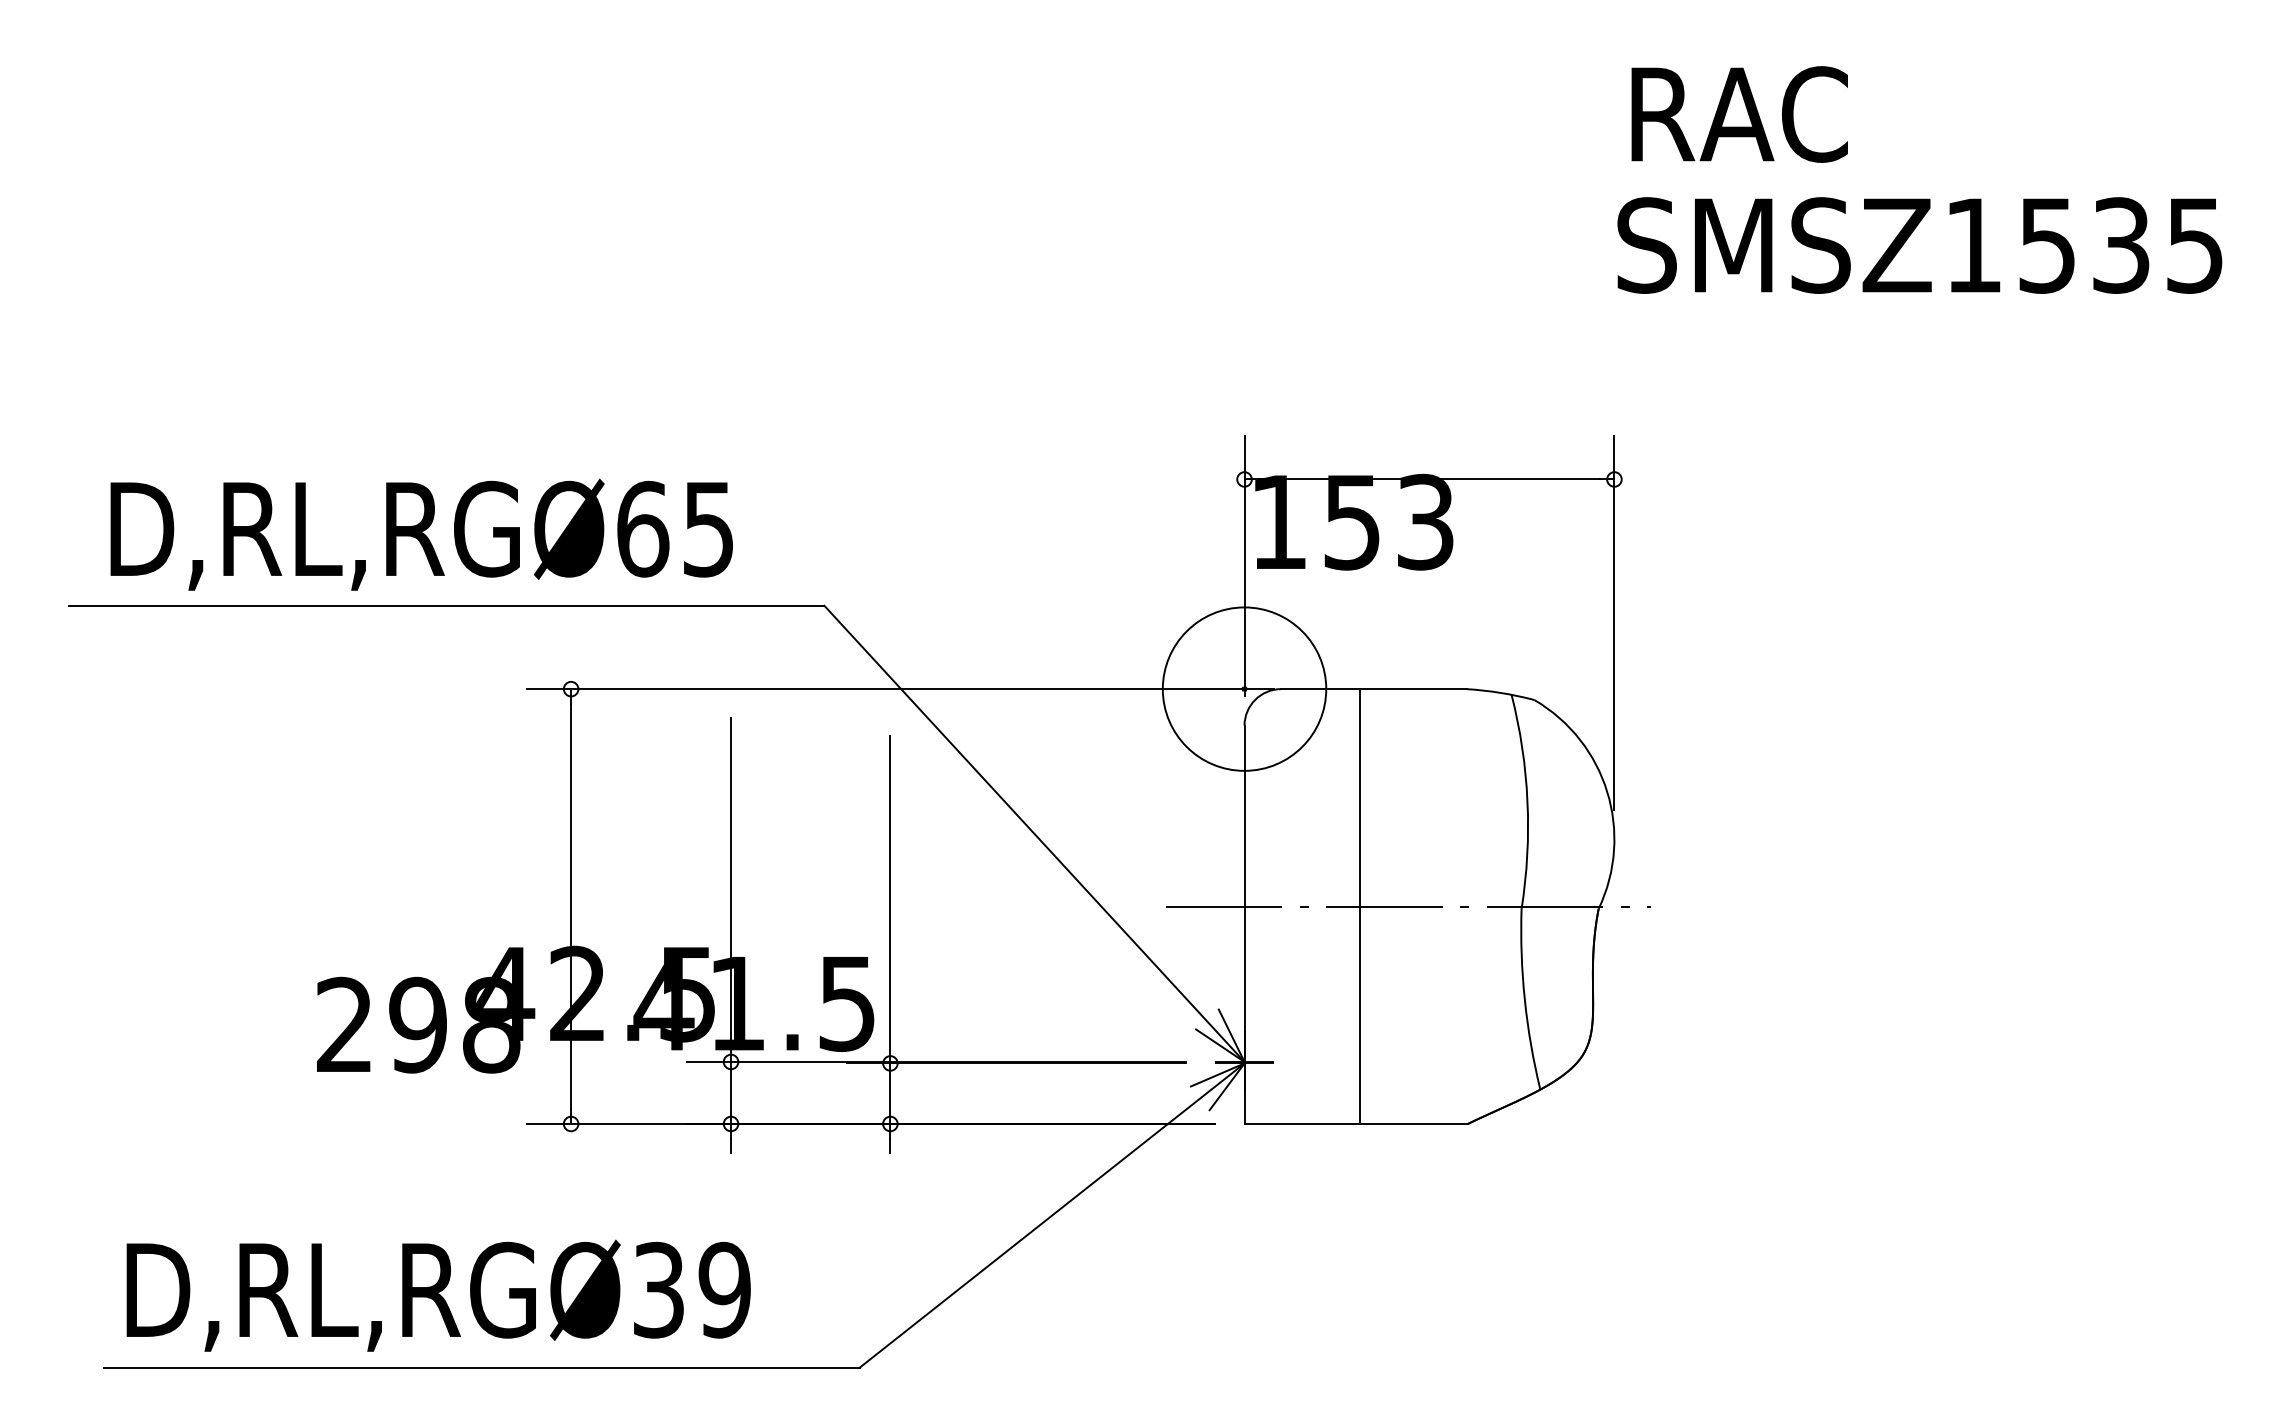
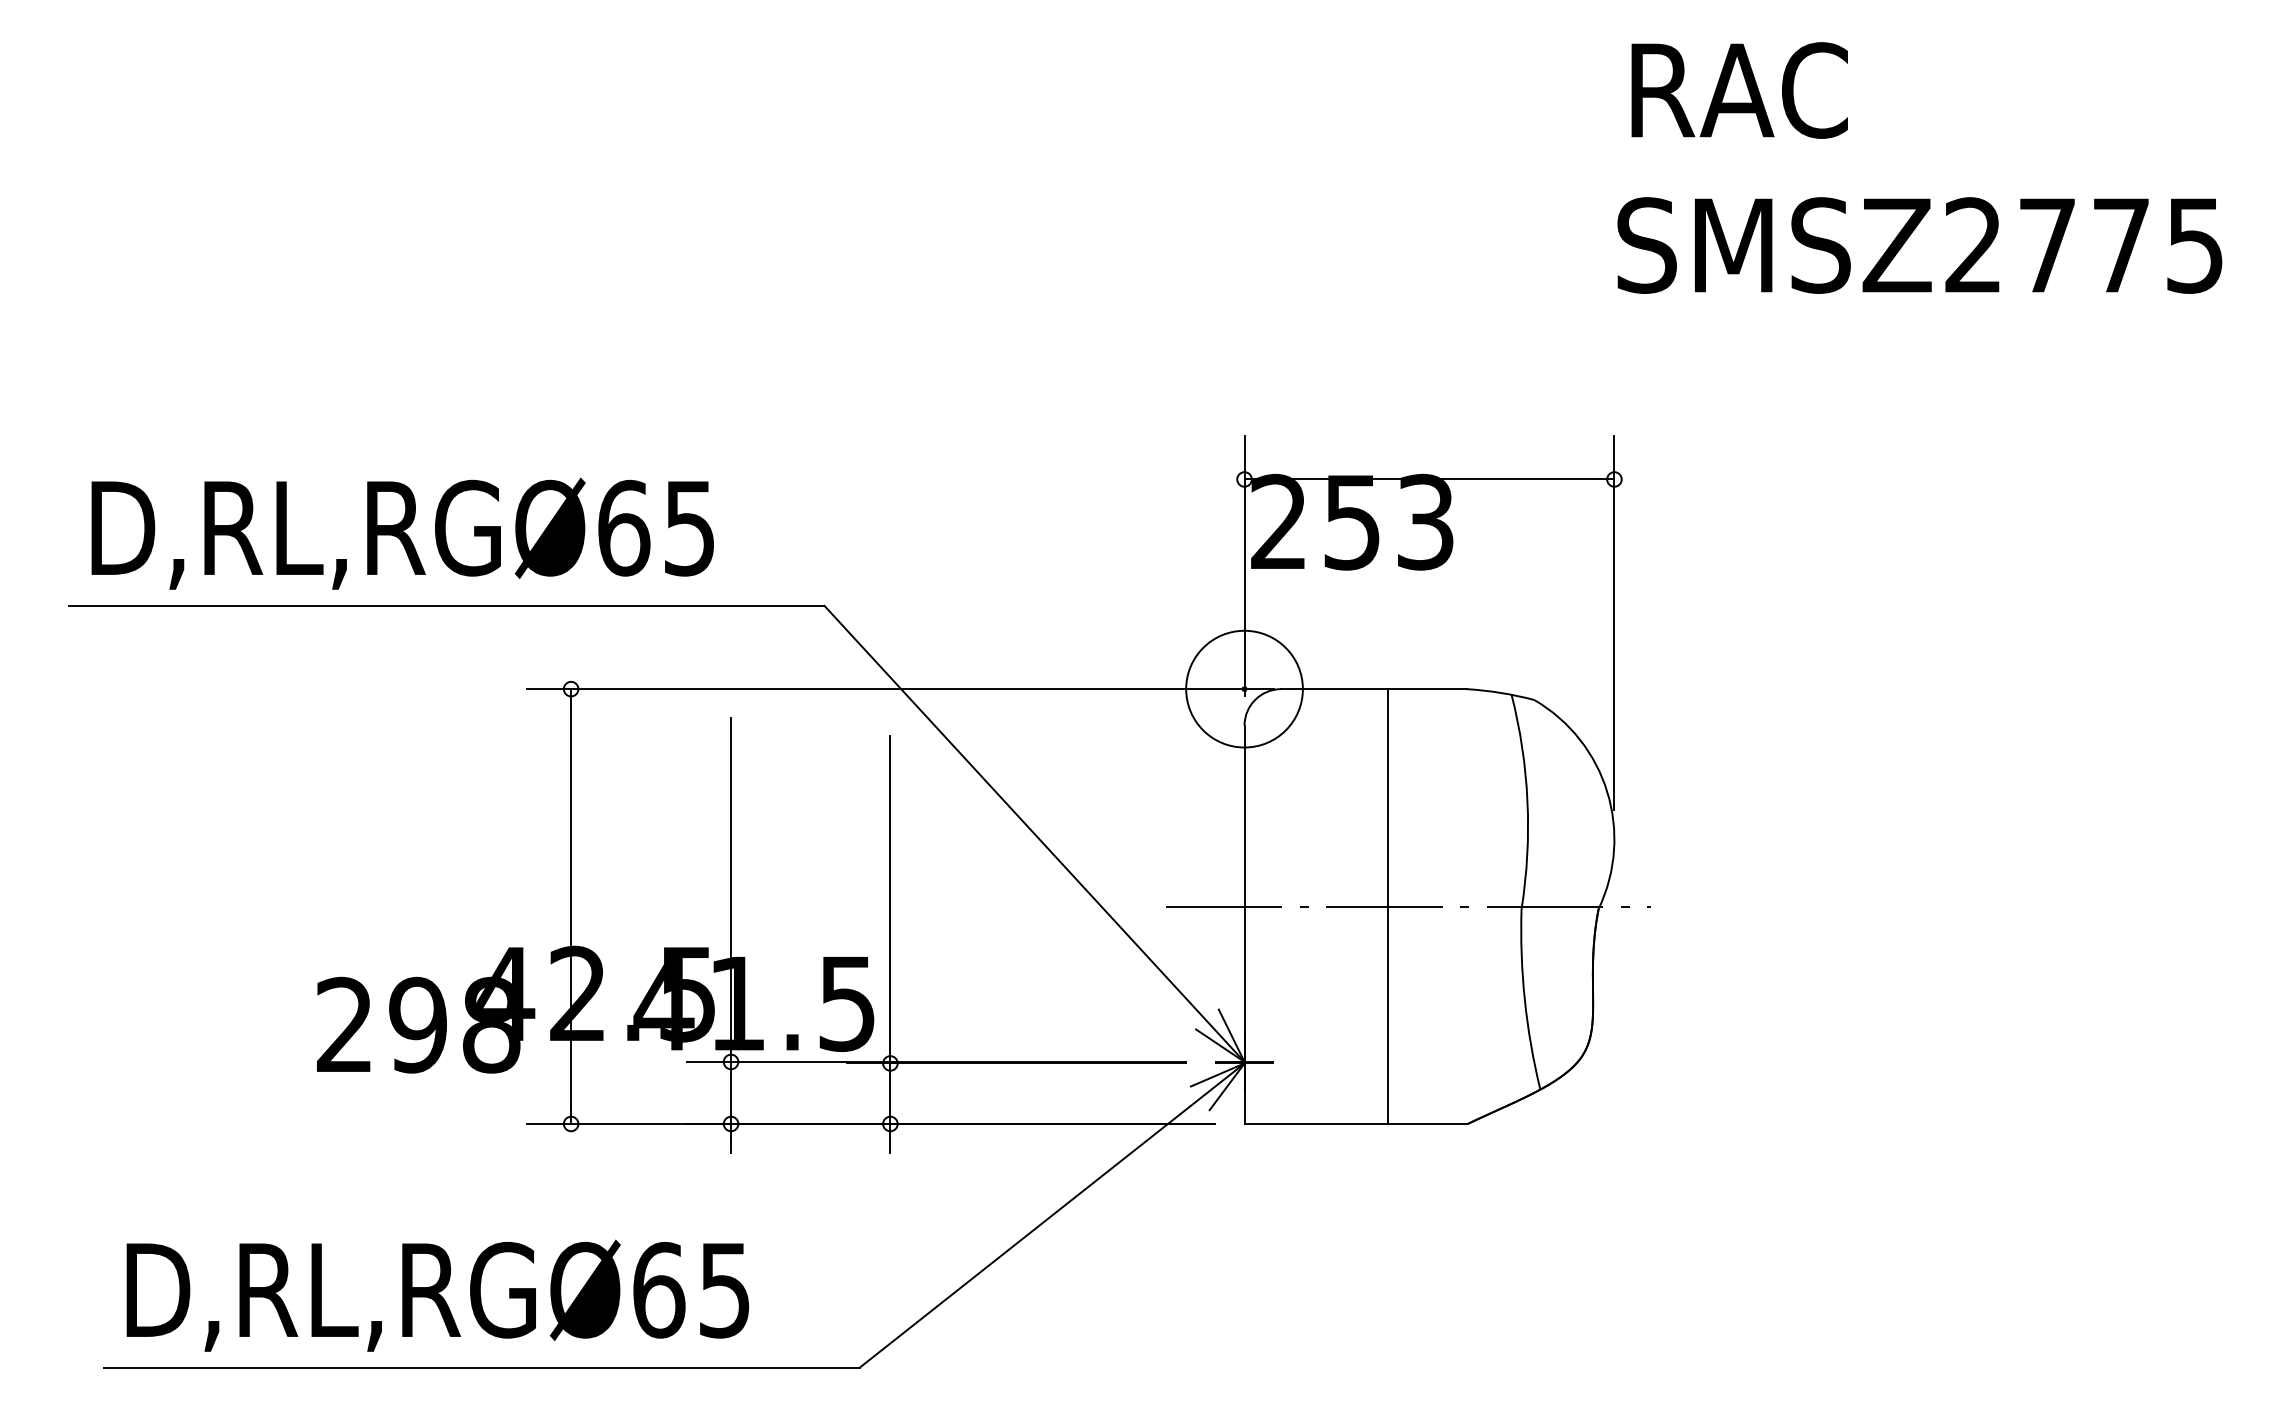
text at (1739, 114) position: (1739, 114) -> (1739, 90)
text at (2047, 245): SMSZ1535 -> SMSZ2775
text at (1278, 520): 153 -> 253
text at (421, 534) position: (421, 534) -> (402, 533)
circle at (1244, 688) diameter: 163 px -> 117 px
line at (1359, 906) position: (1359, 906) -> (1387, 906)
text at (691, 1289): D,RL,RGØ39 -> D,RL,RGØ65
